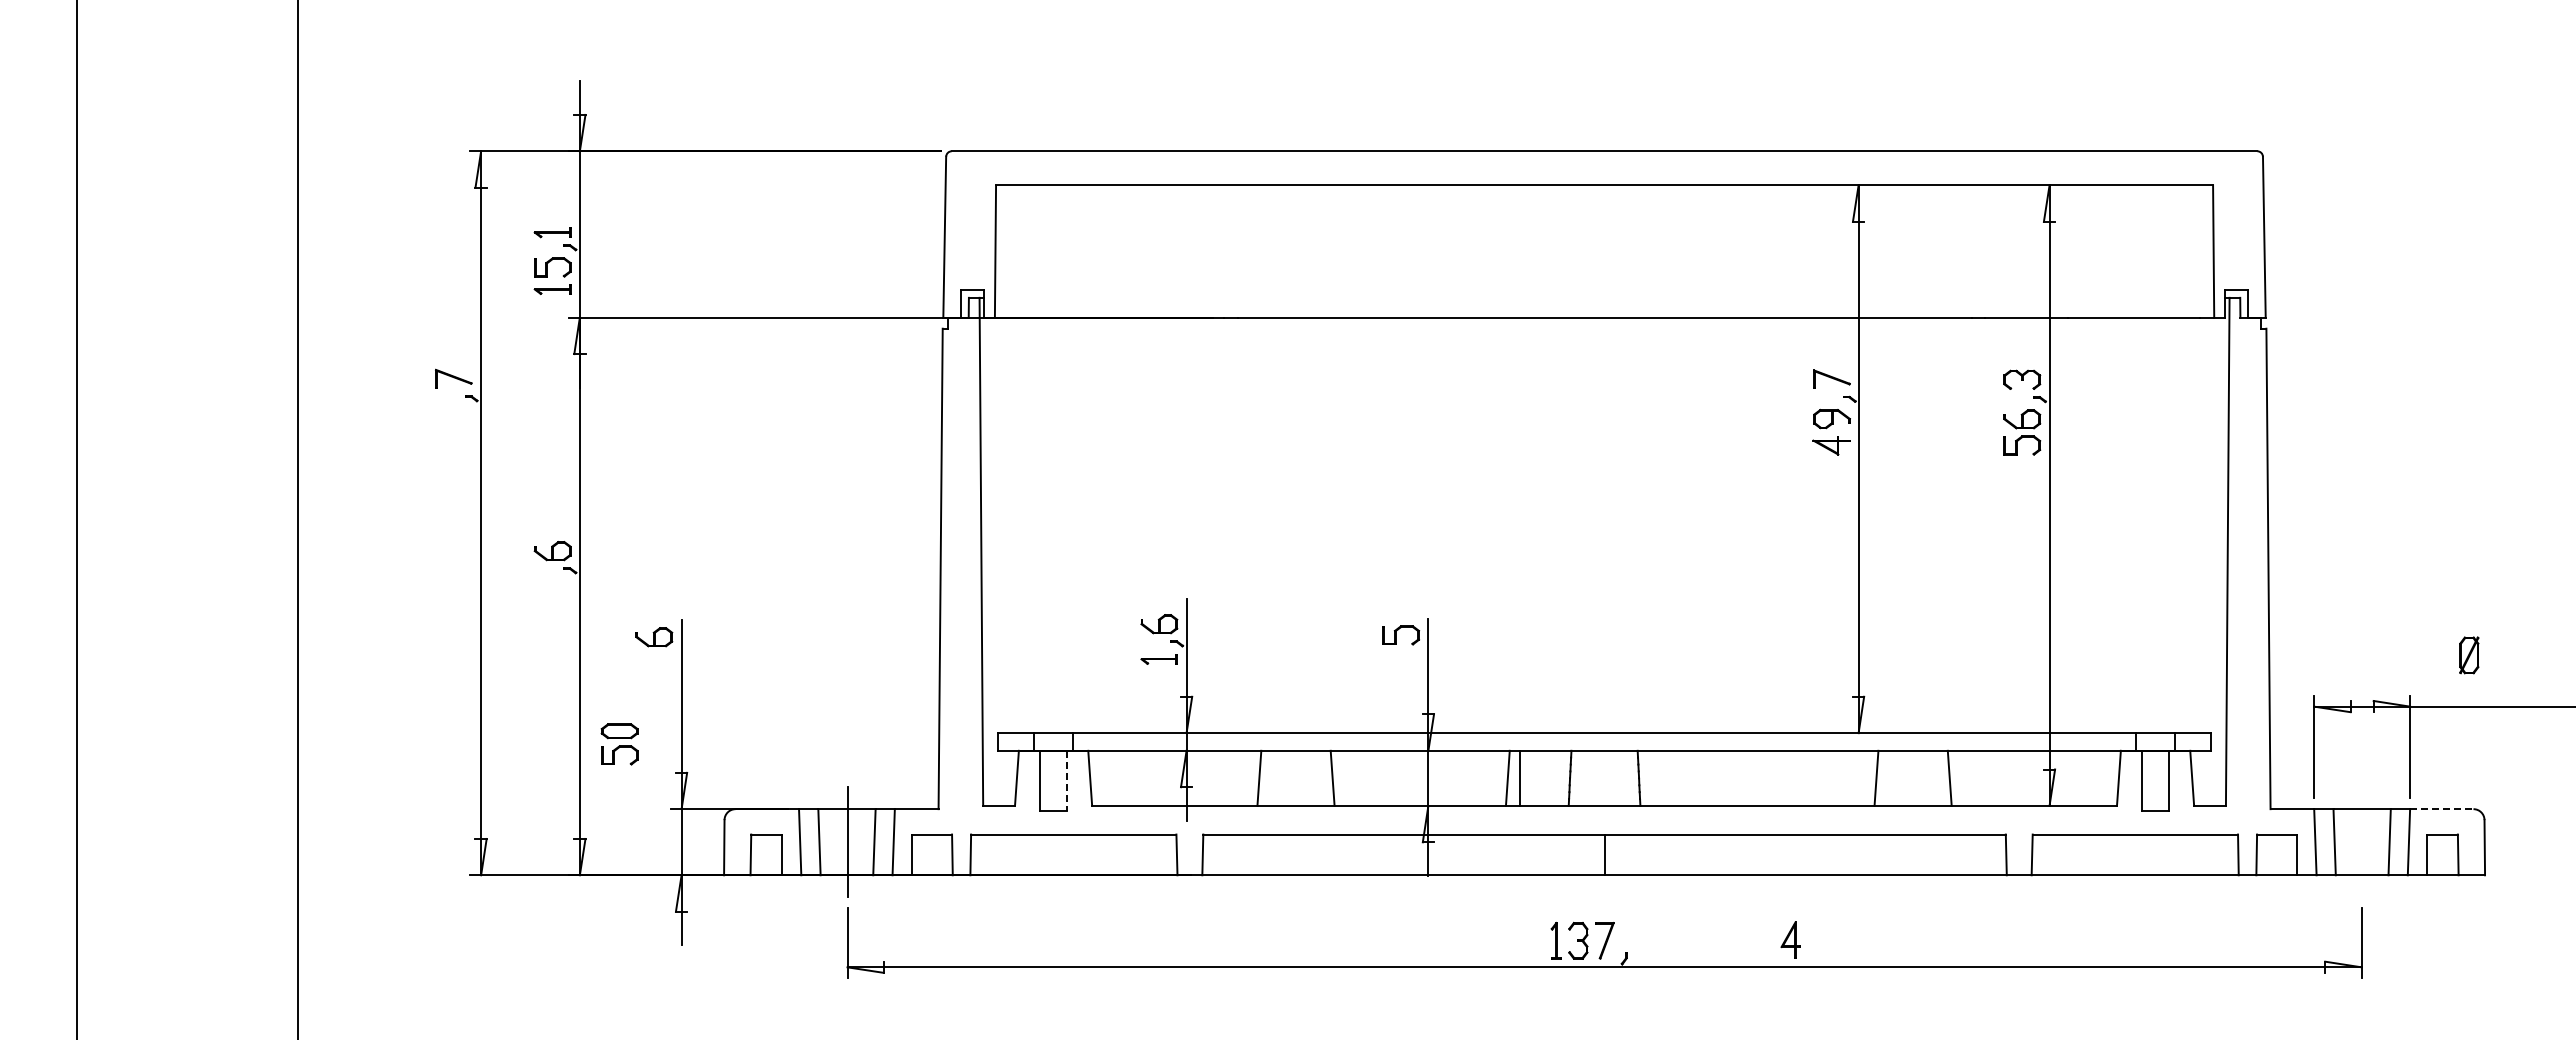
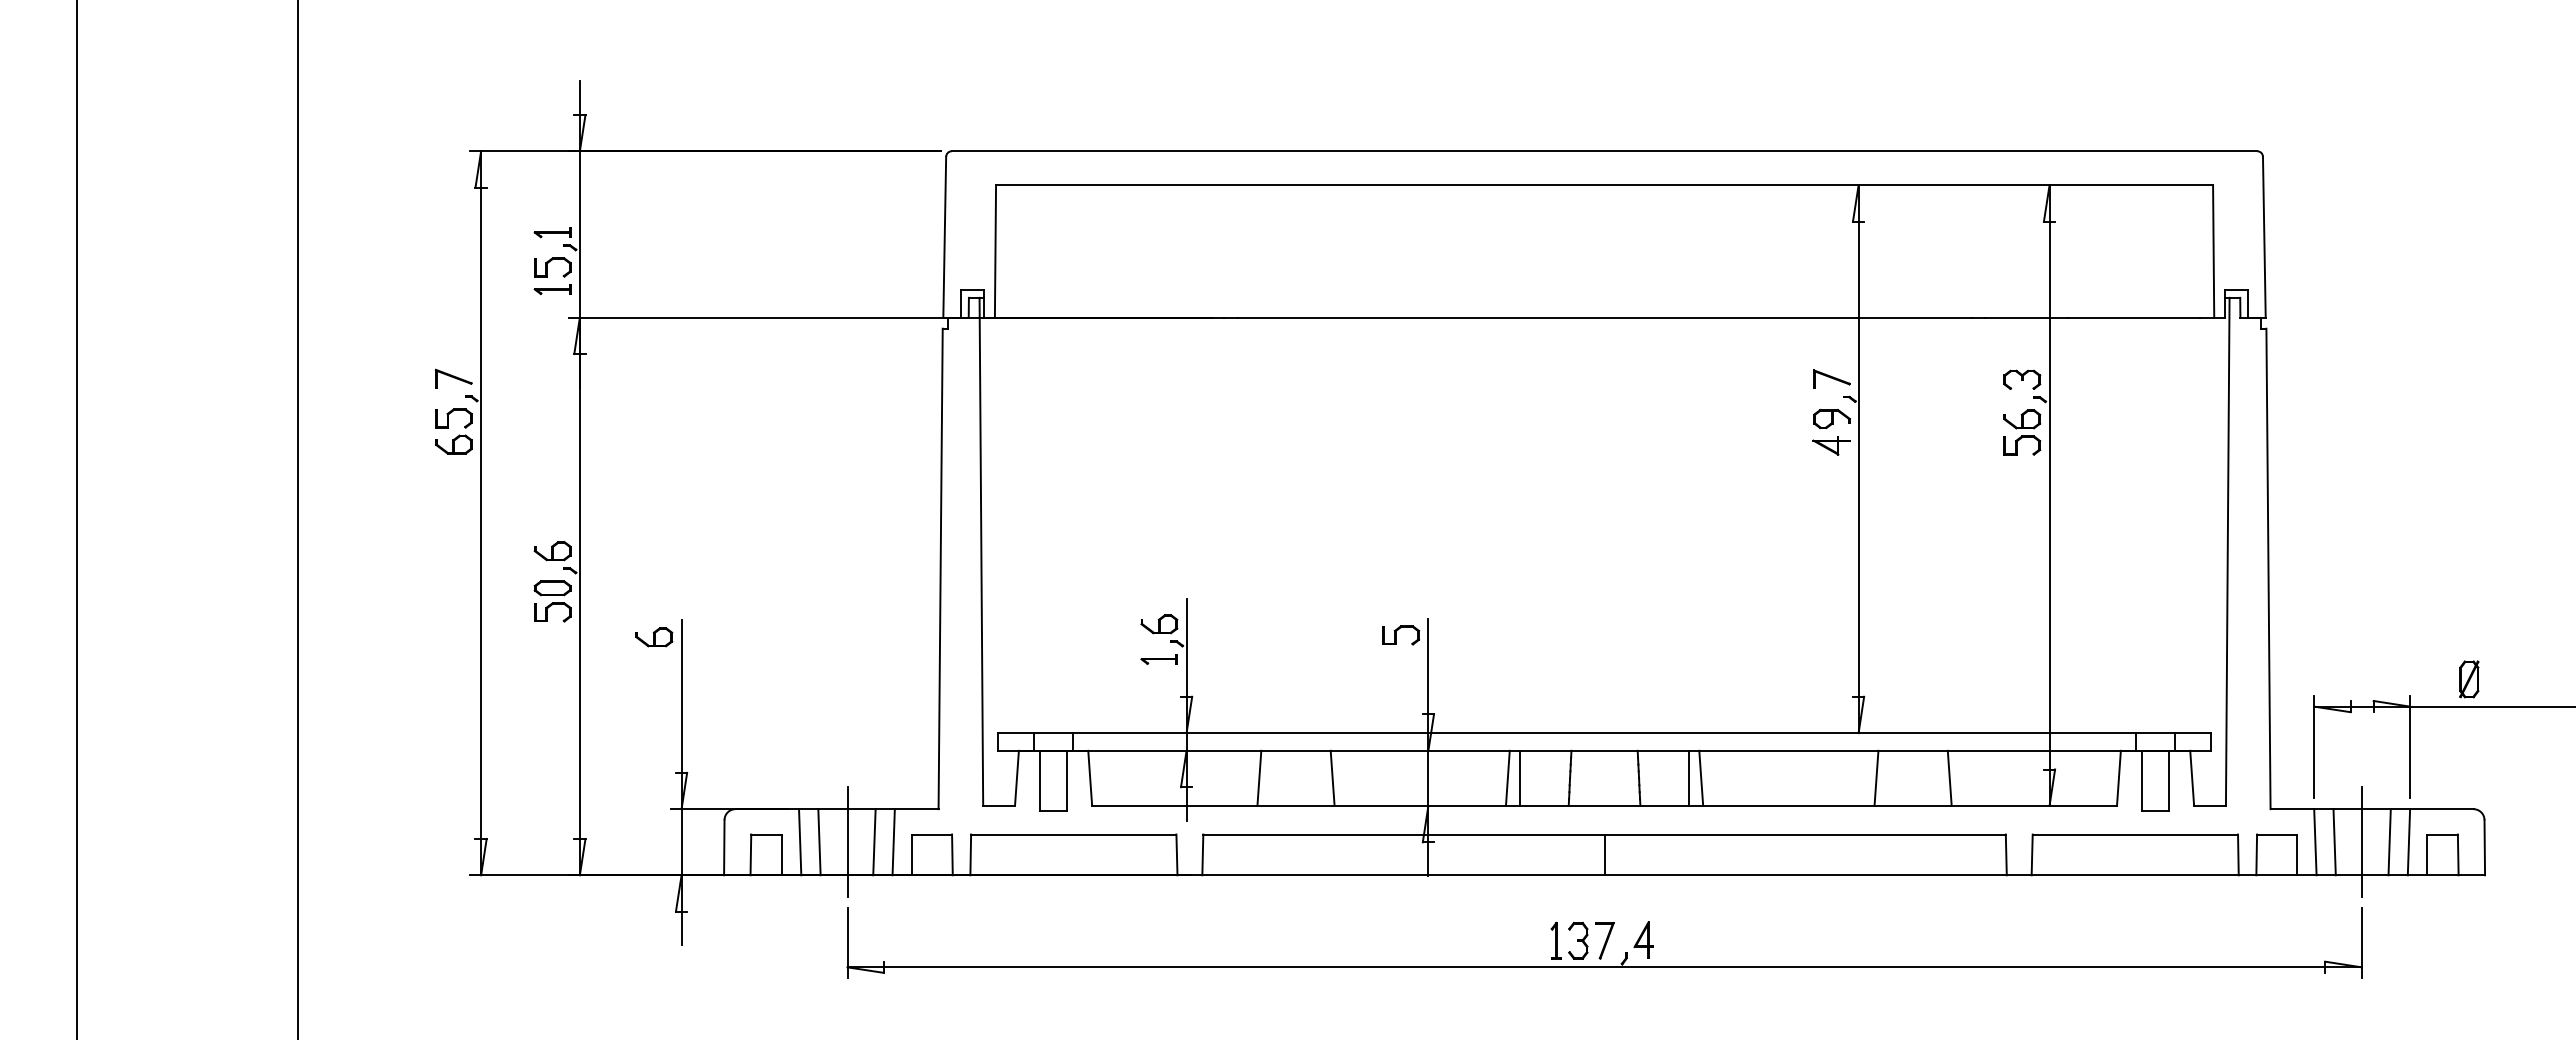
part at (453, 431): none -> present
part at (2469, 655) position: (2469, 655) -> (2469, 679)
part at (619, 744) position: (619, 744) -> (552, 601)
line at (1688, 777): none -> present
line at (1701, 777): none -> present
line at (1067, 781): dashed -> solid
line at (2441, 809): dashed -> solid
line at (2361, 842): none -> present
part at (1790, 939) position: (1790, 939) -> (1643, 939)
